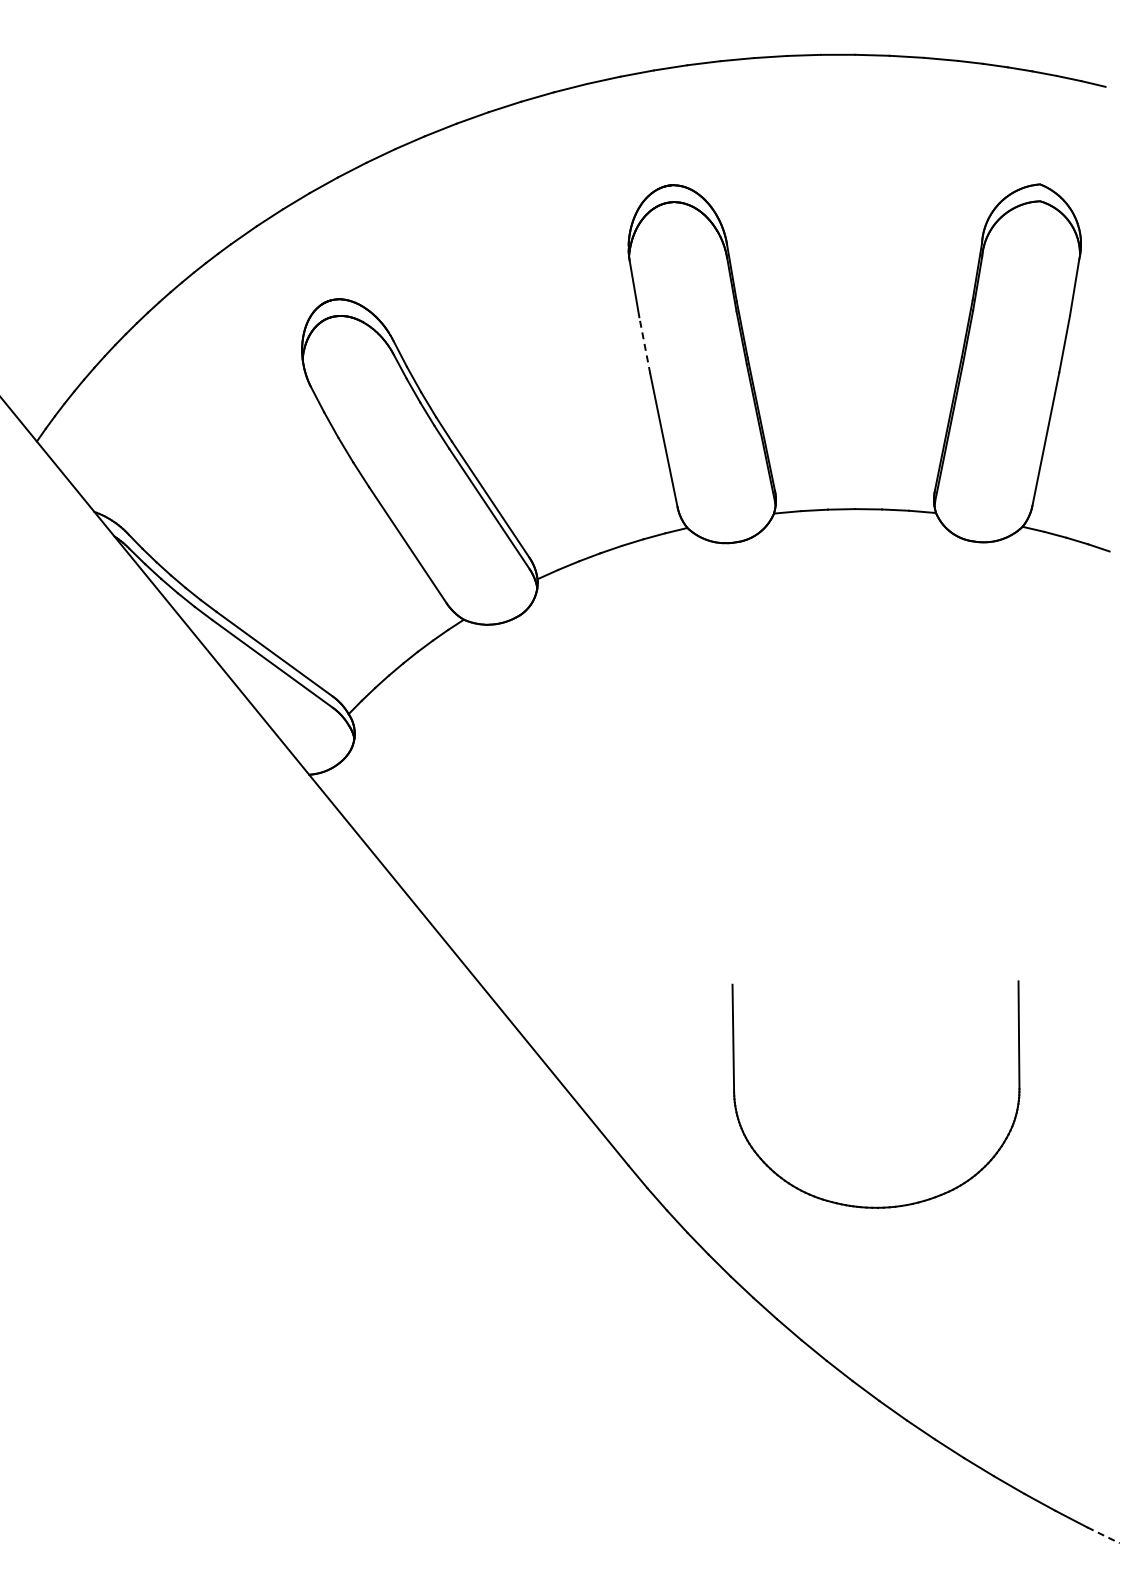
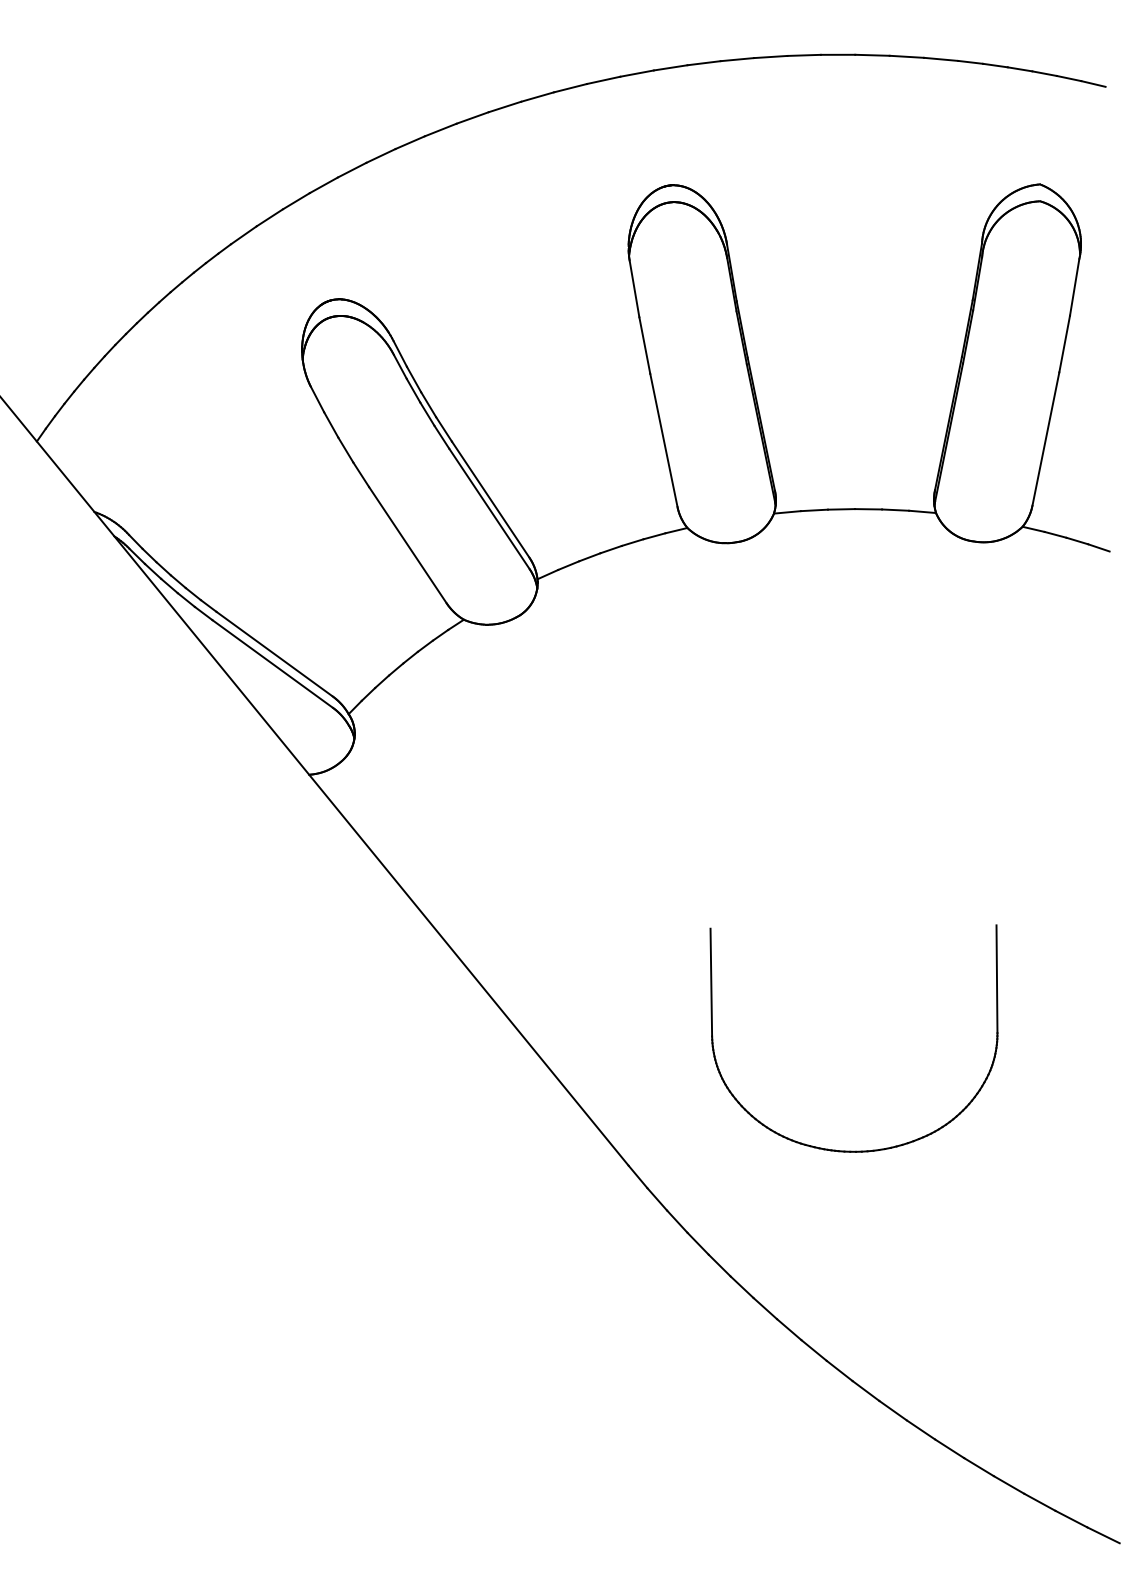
line at (644, 345): dashed -> solid
part at (875, 1206) position: (875, 1206) -> (853, 1150)
line at (1103, 1535): dashed -> solid
